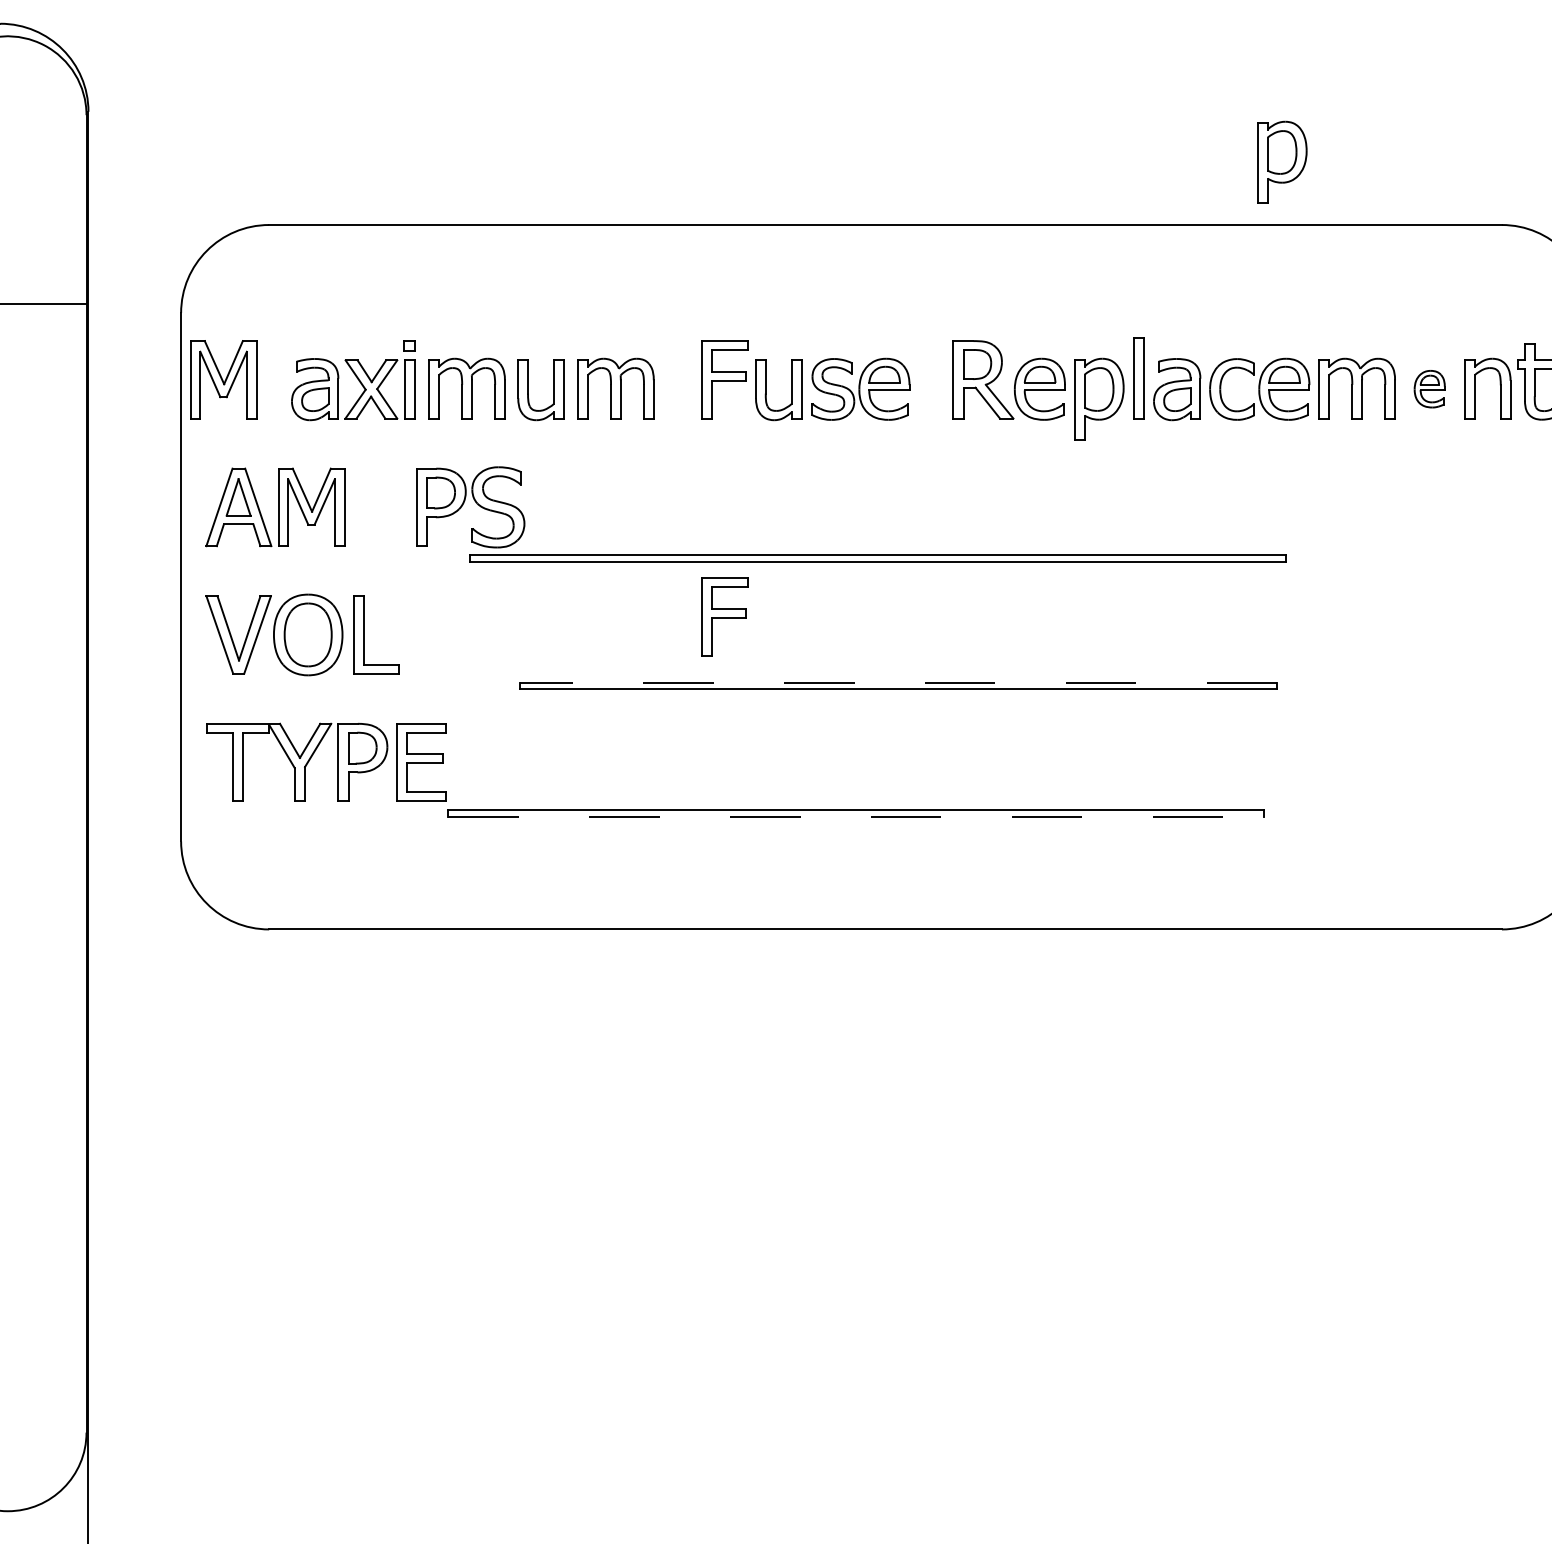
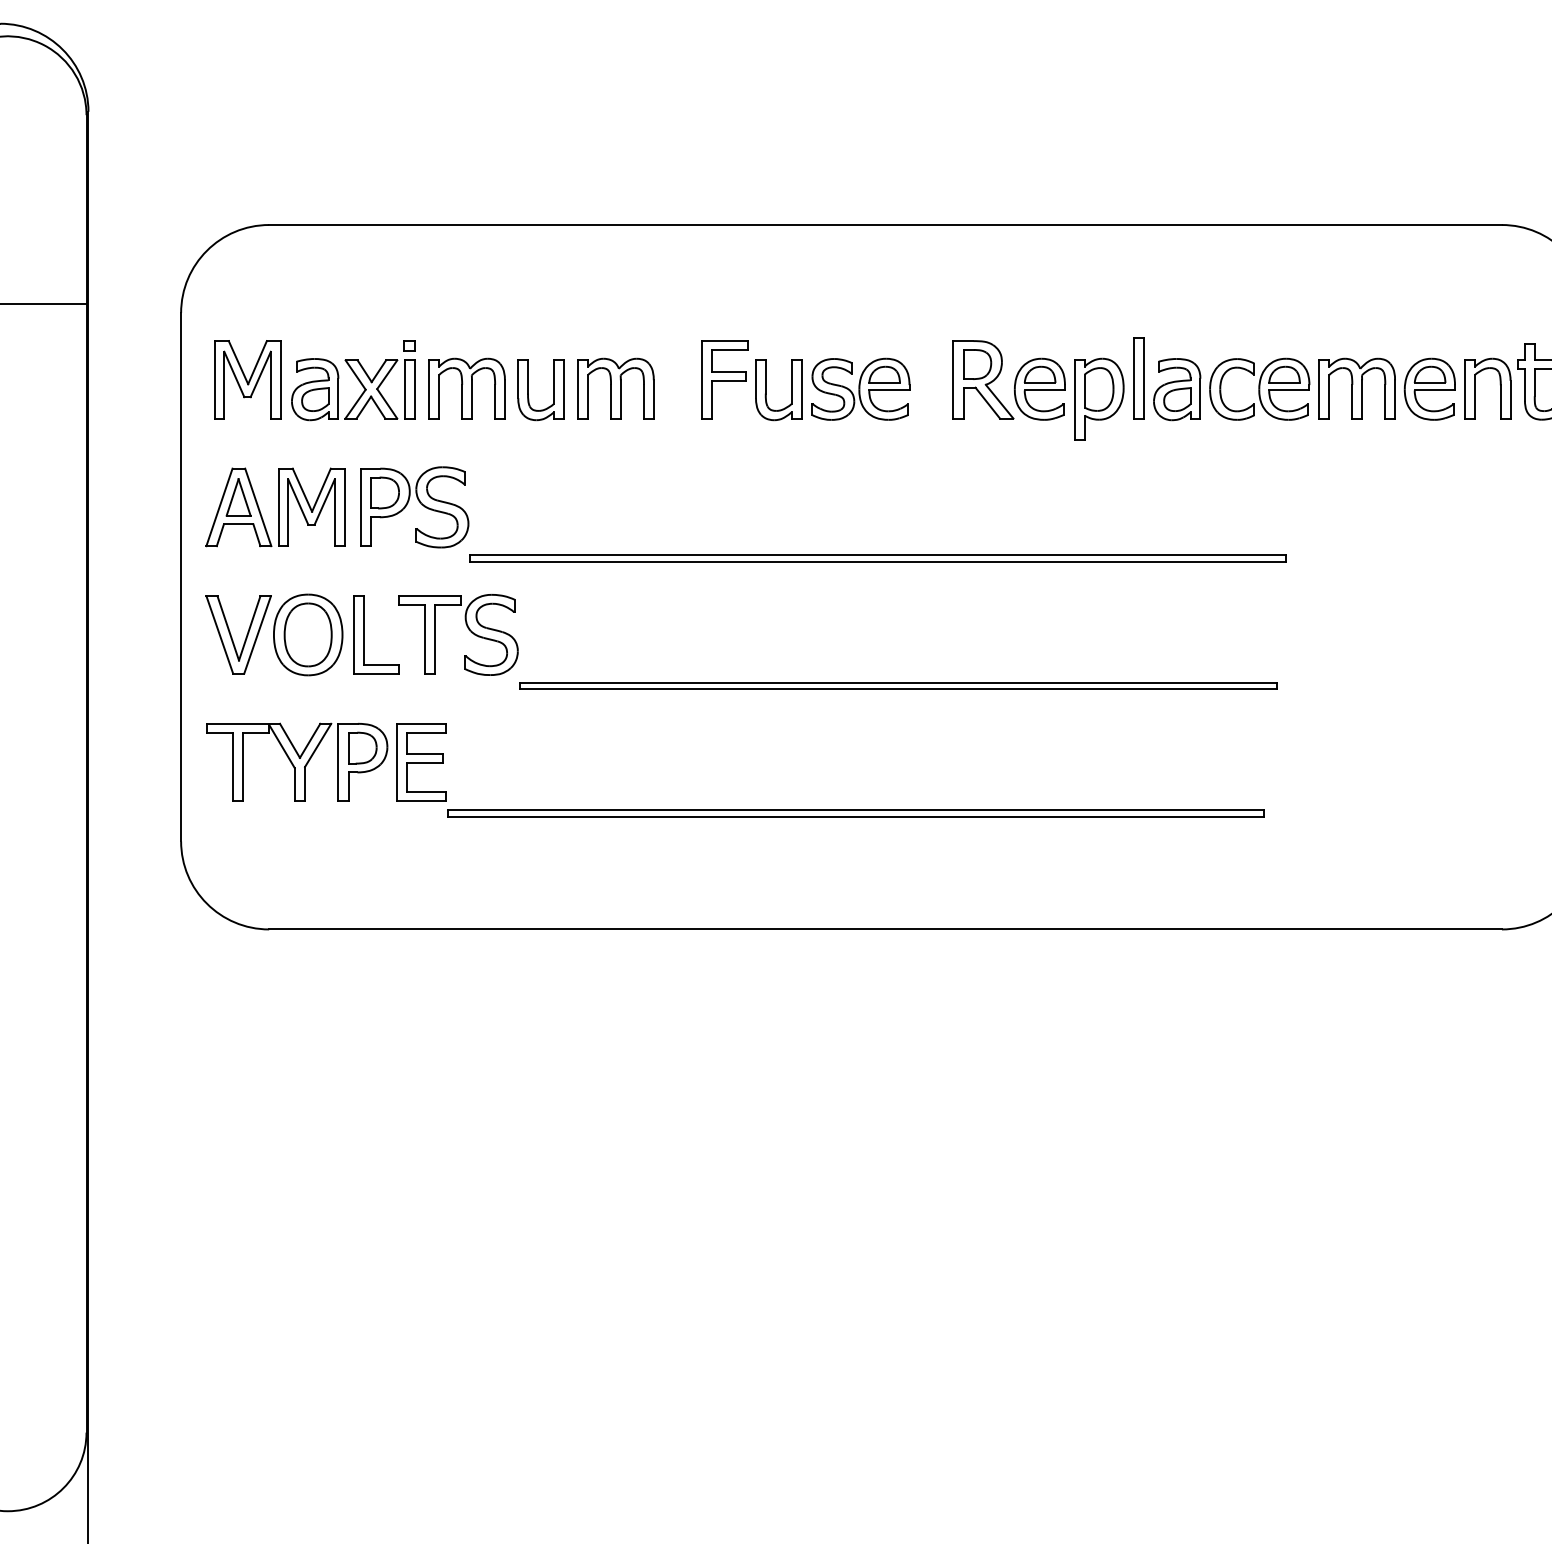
part at (1282, 161): present -> none
part at (223, 379) position: (223, 379) -> (247, 379)
part at (1429, 389) size: 33x39 px -> 53x64 px
part at (475, 502) position: (475, 502) -> (419, 502)
part at (724, 616): present -> none
part at (467, 628): none -> present
line at (898, 682): dashed -> solid
line at (856, 816): dashed -> solid
